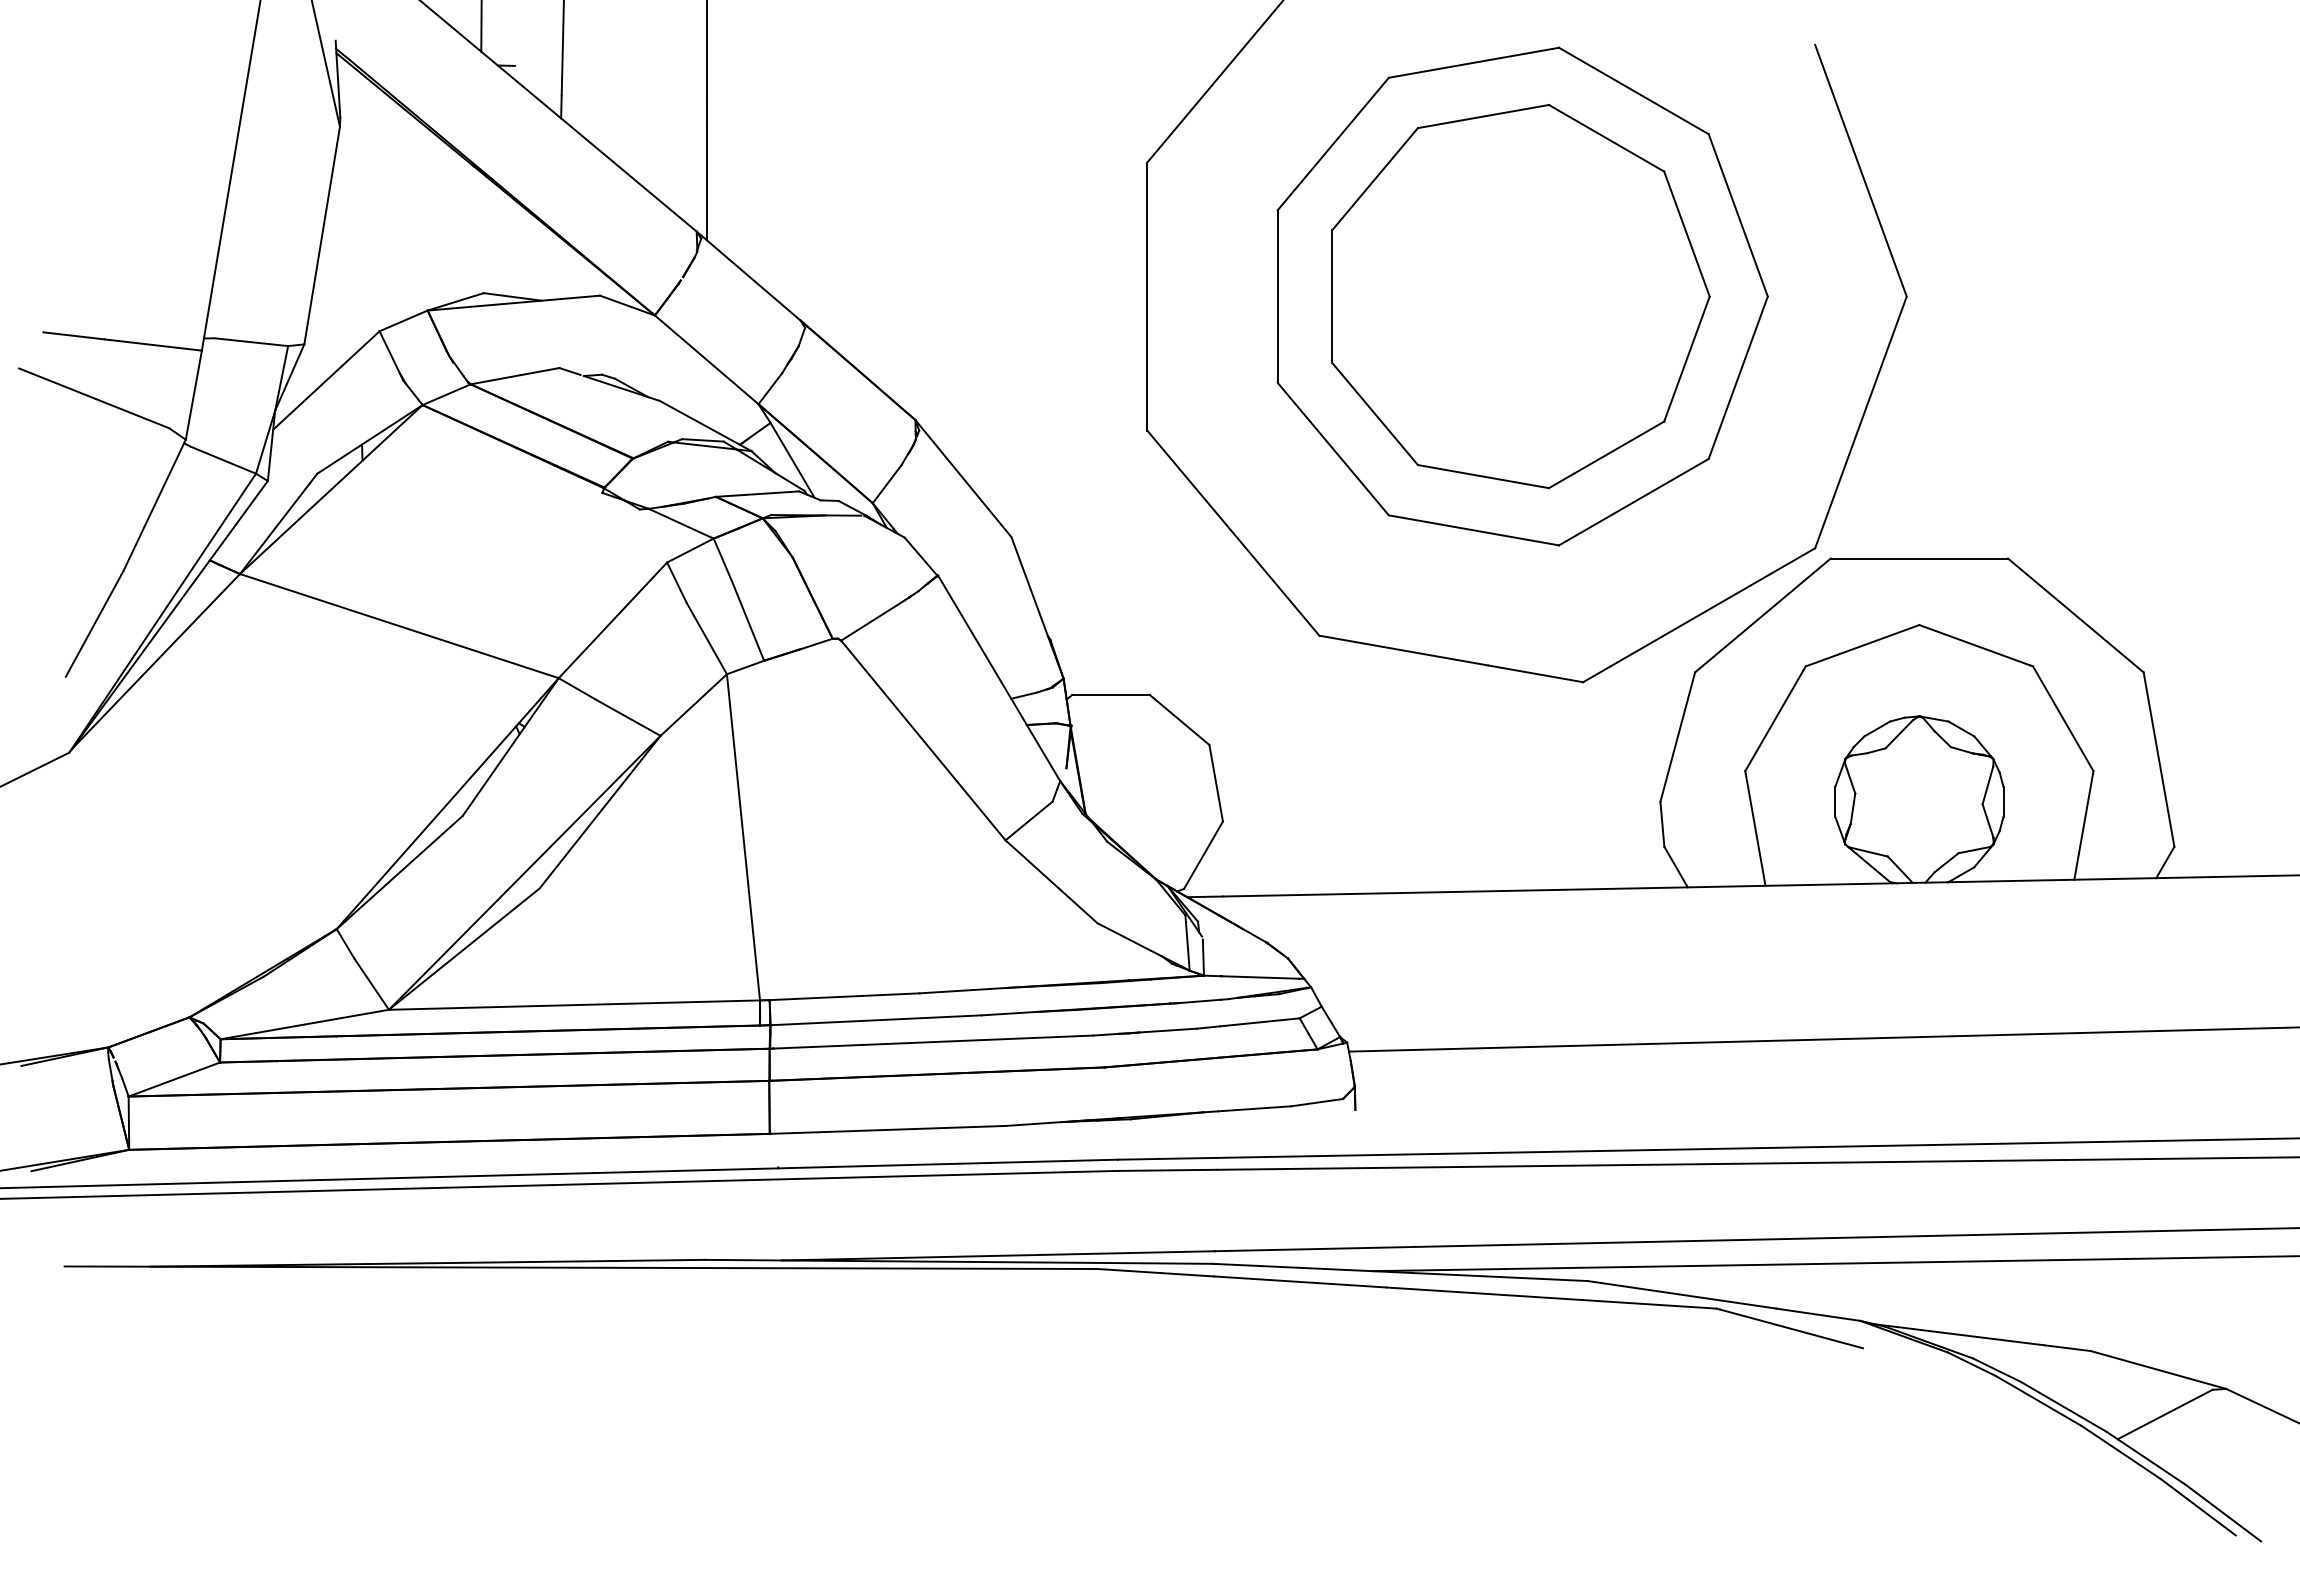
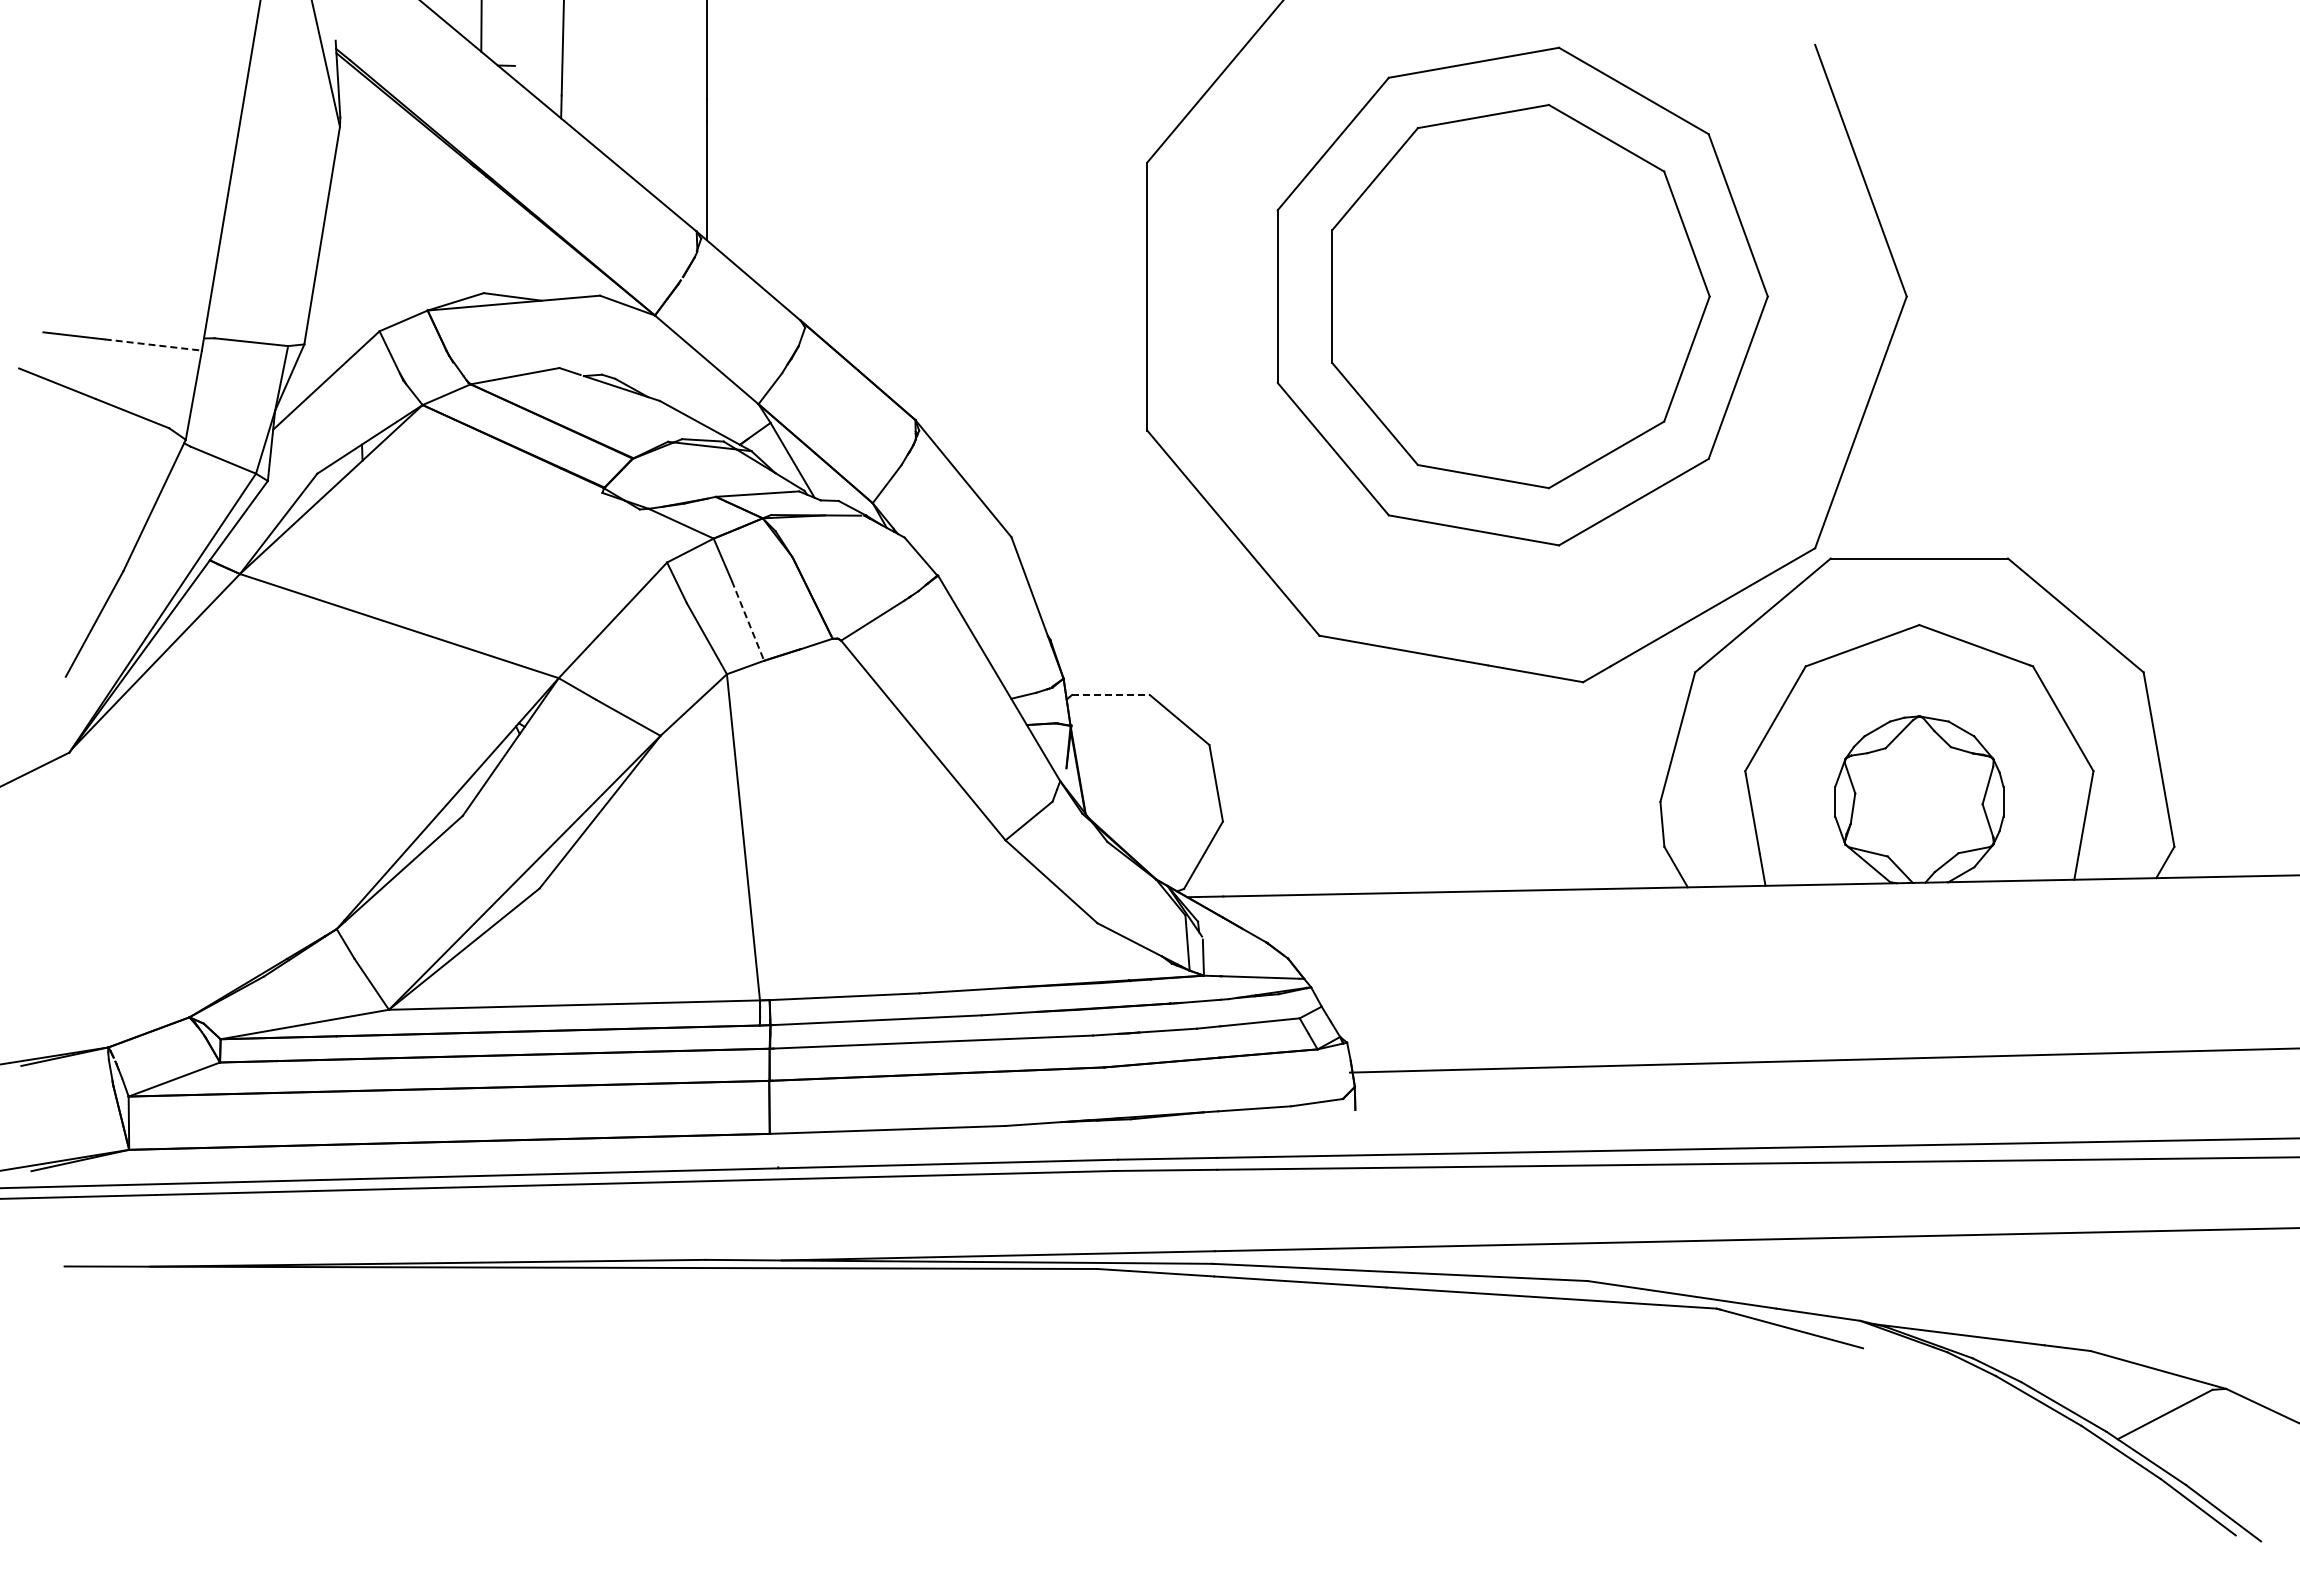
line at (153, 345): solid -> dashed
line at (748, 621): solid -> dashed
line at (1110, 695): solid -> dashed
line at (1822, 1039) position: (1822, 1039) -> (1822, 1060)
line at (1834, 1263): present -> none
